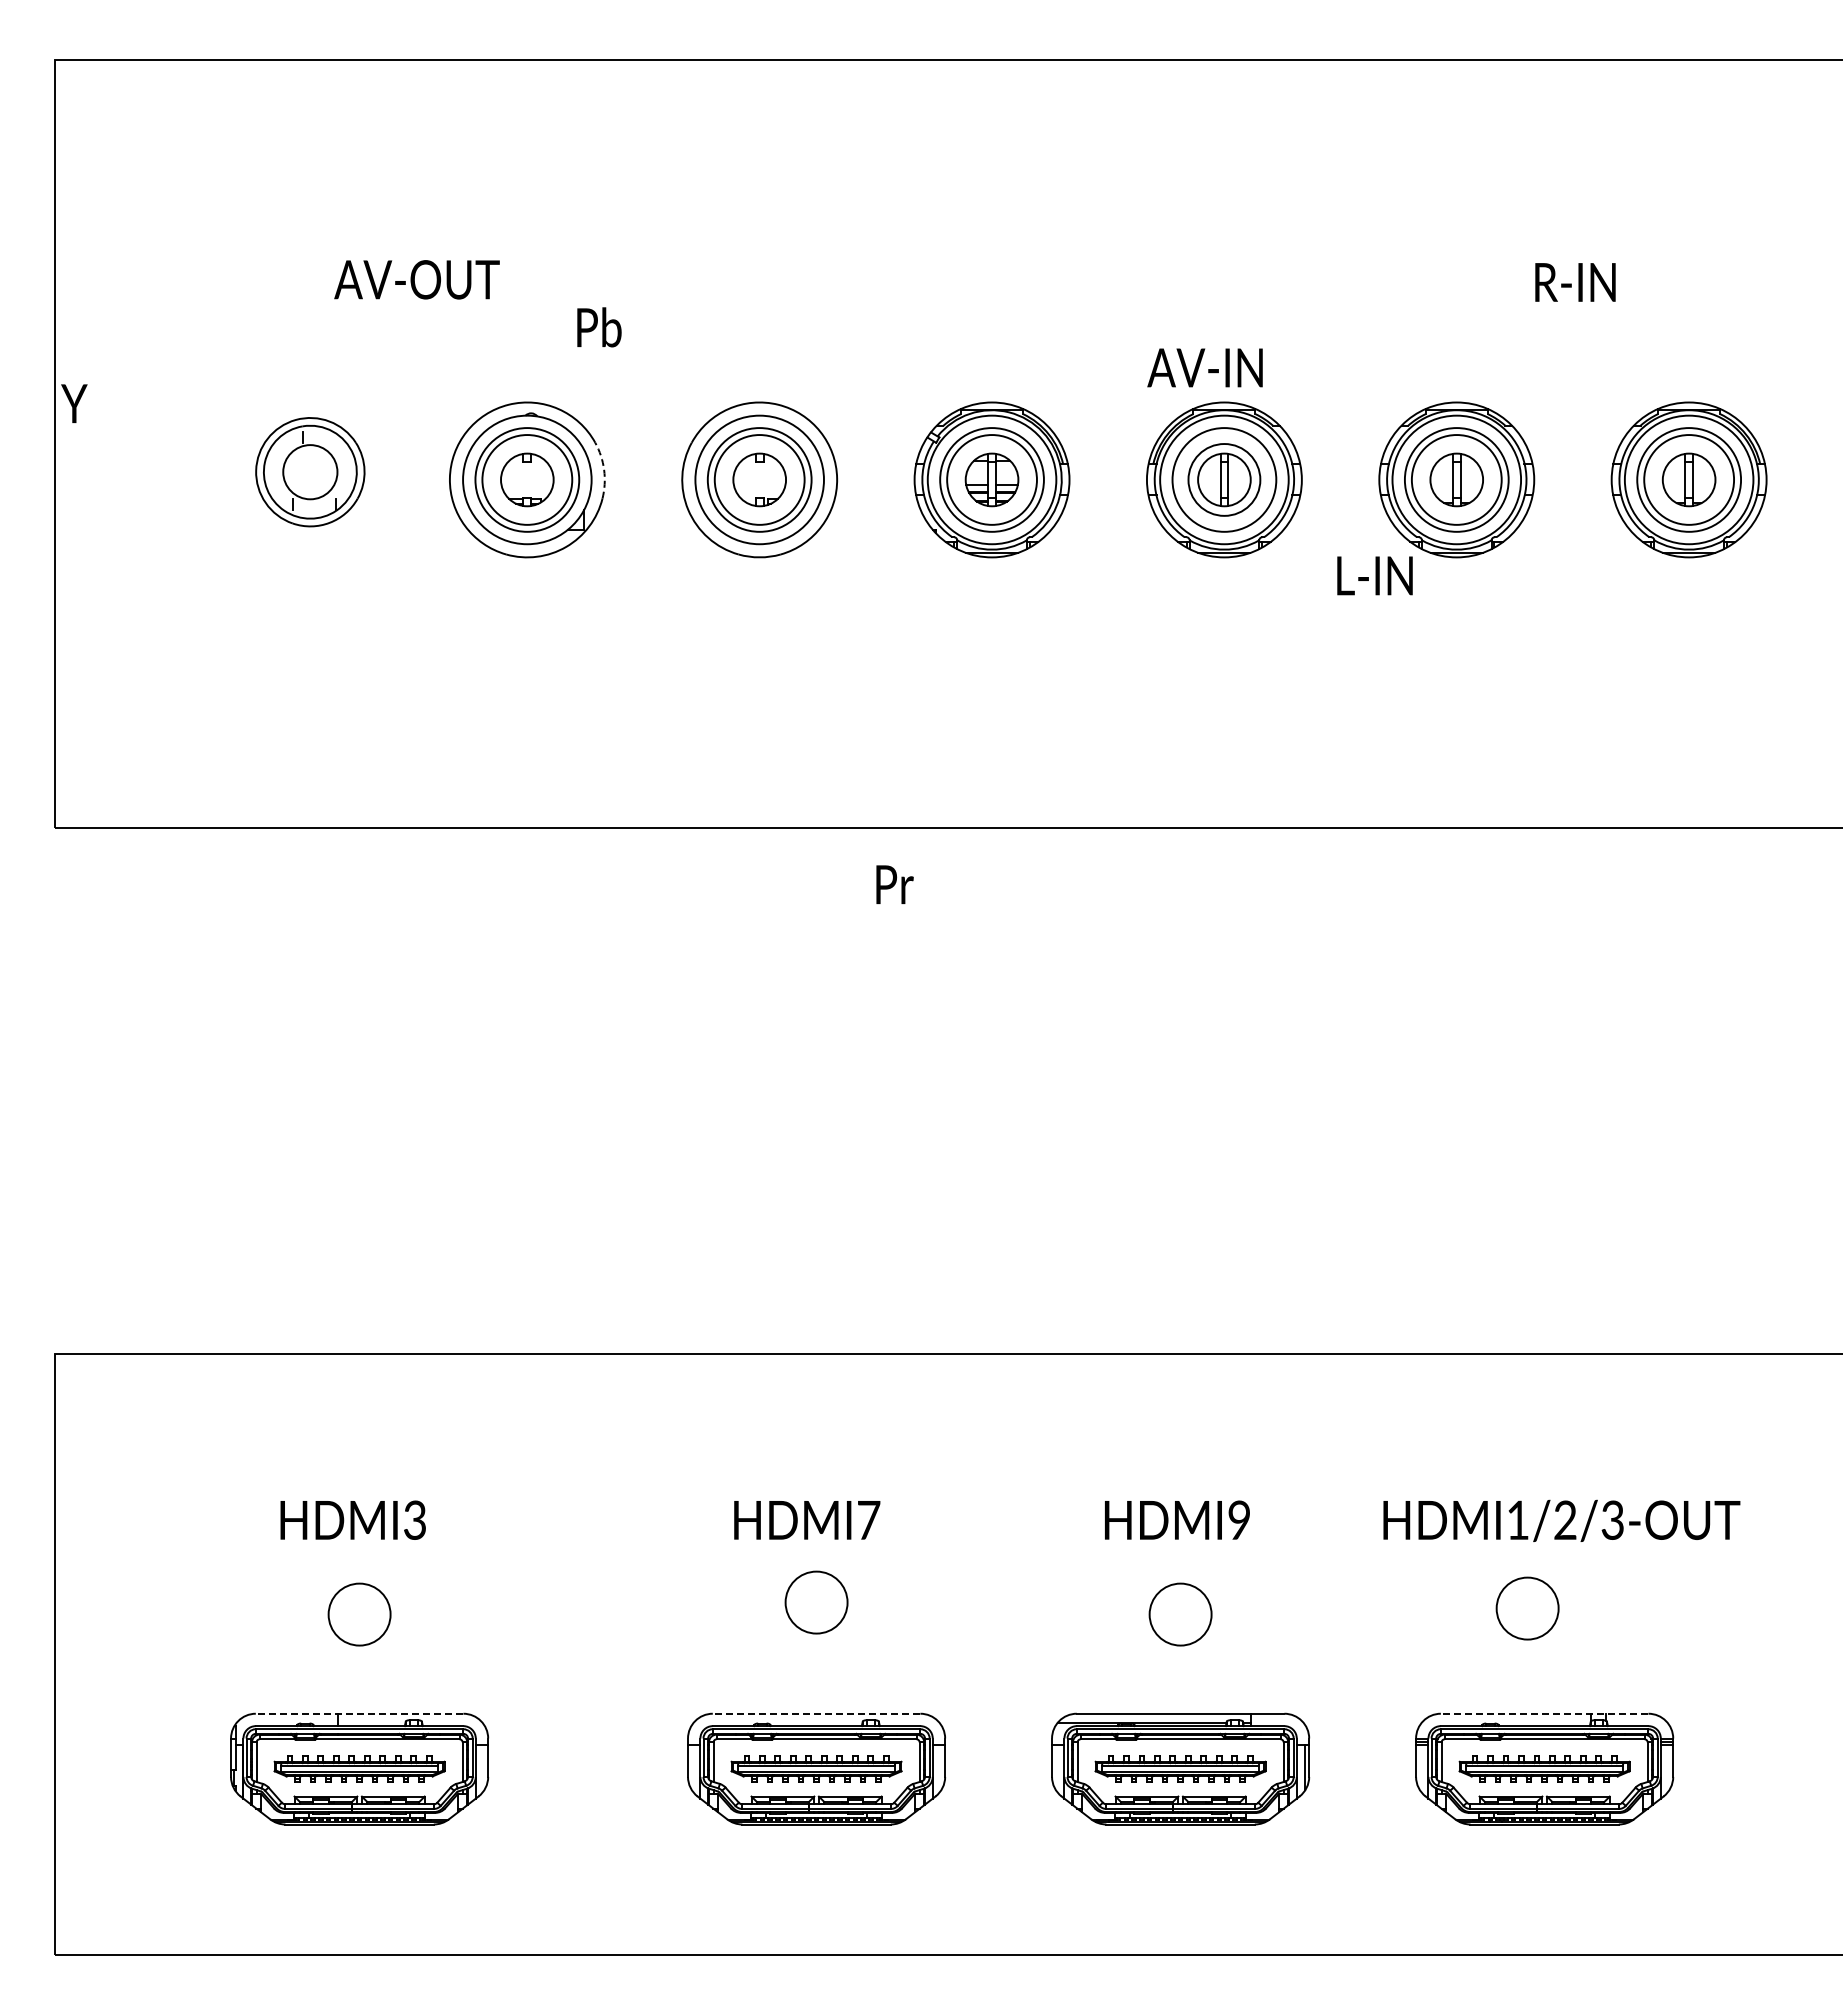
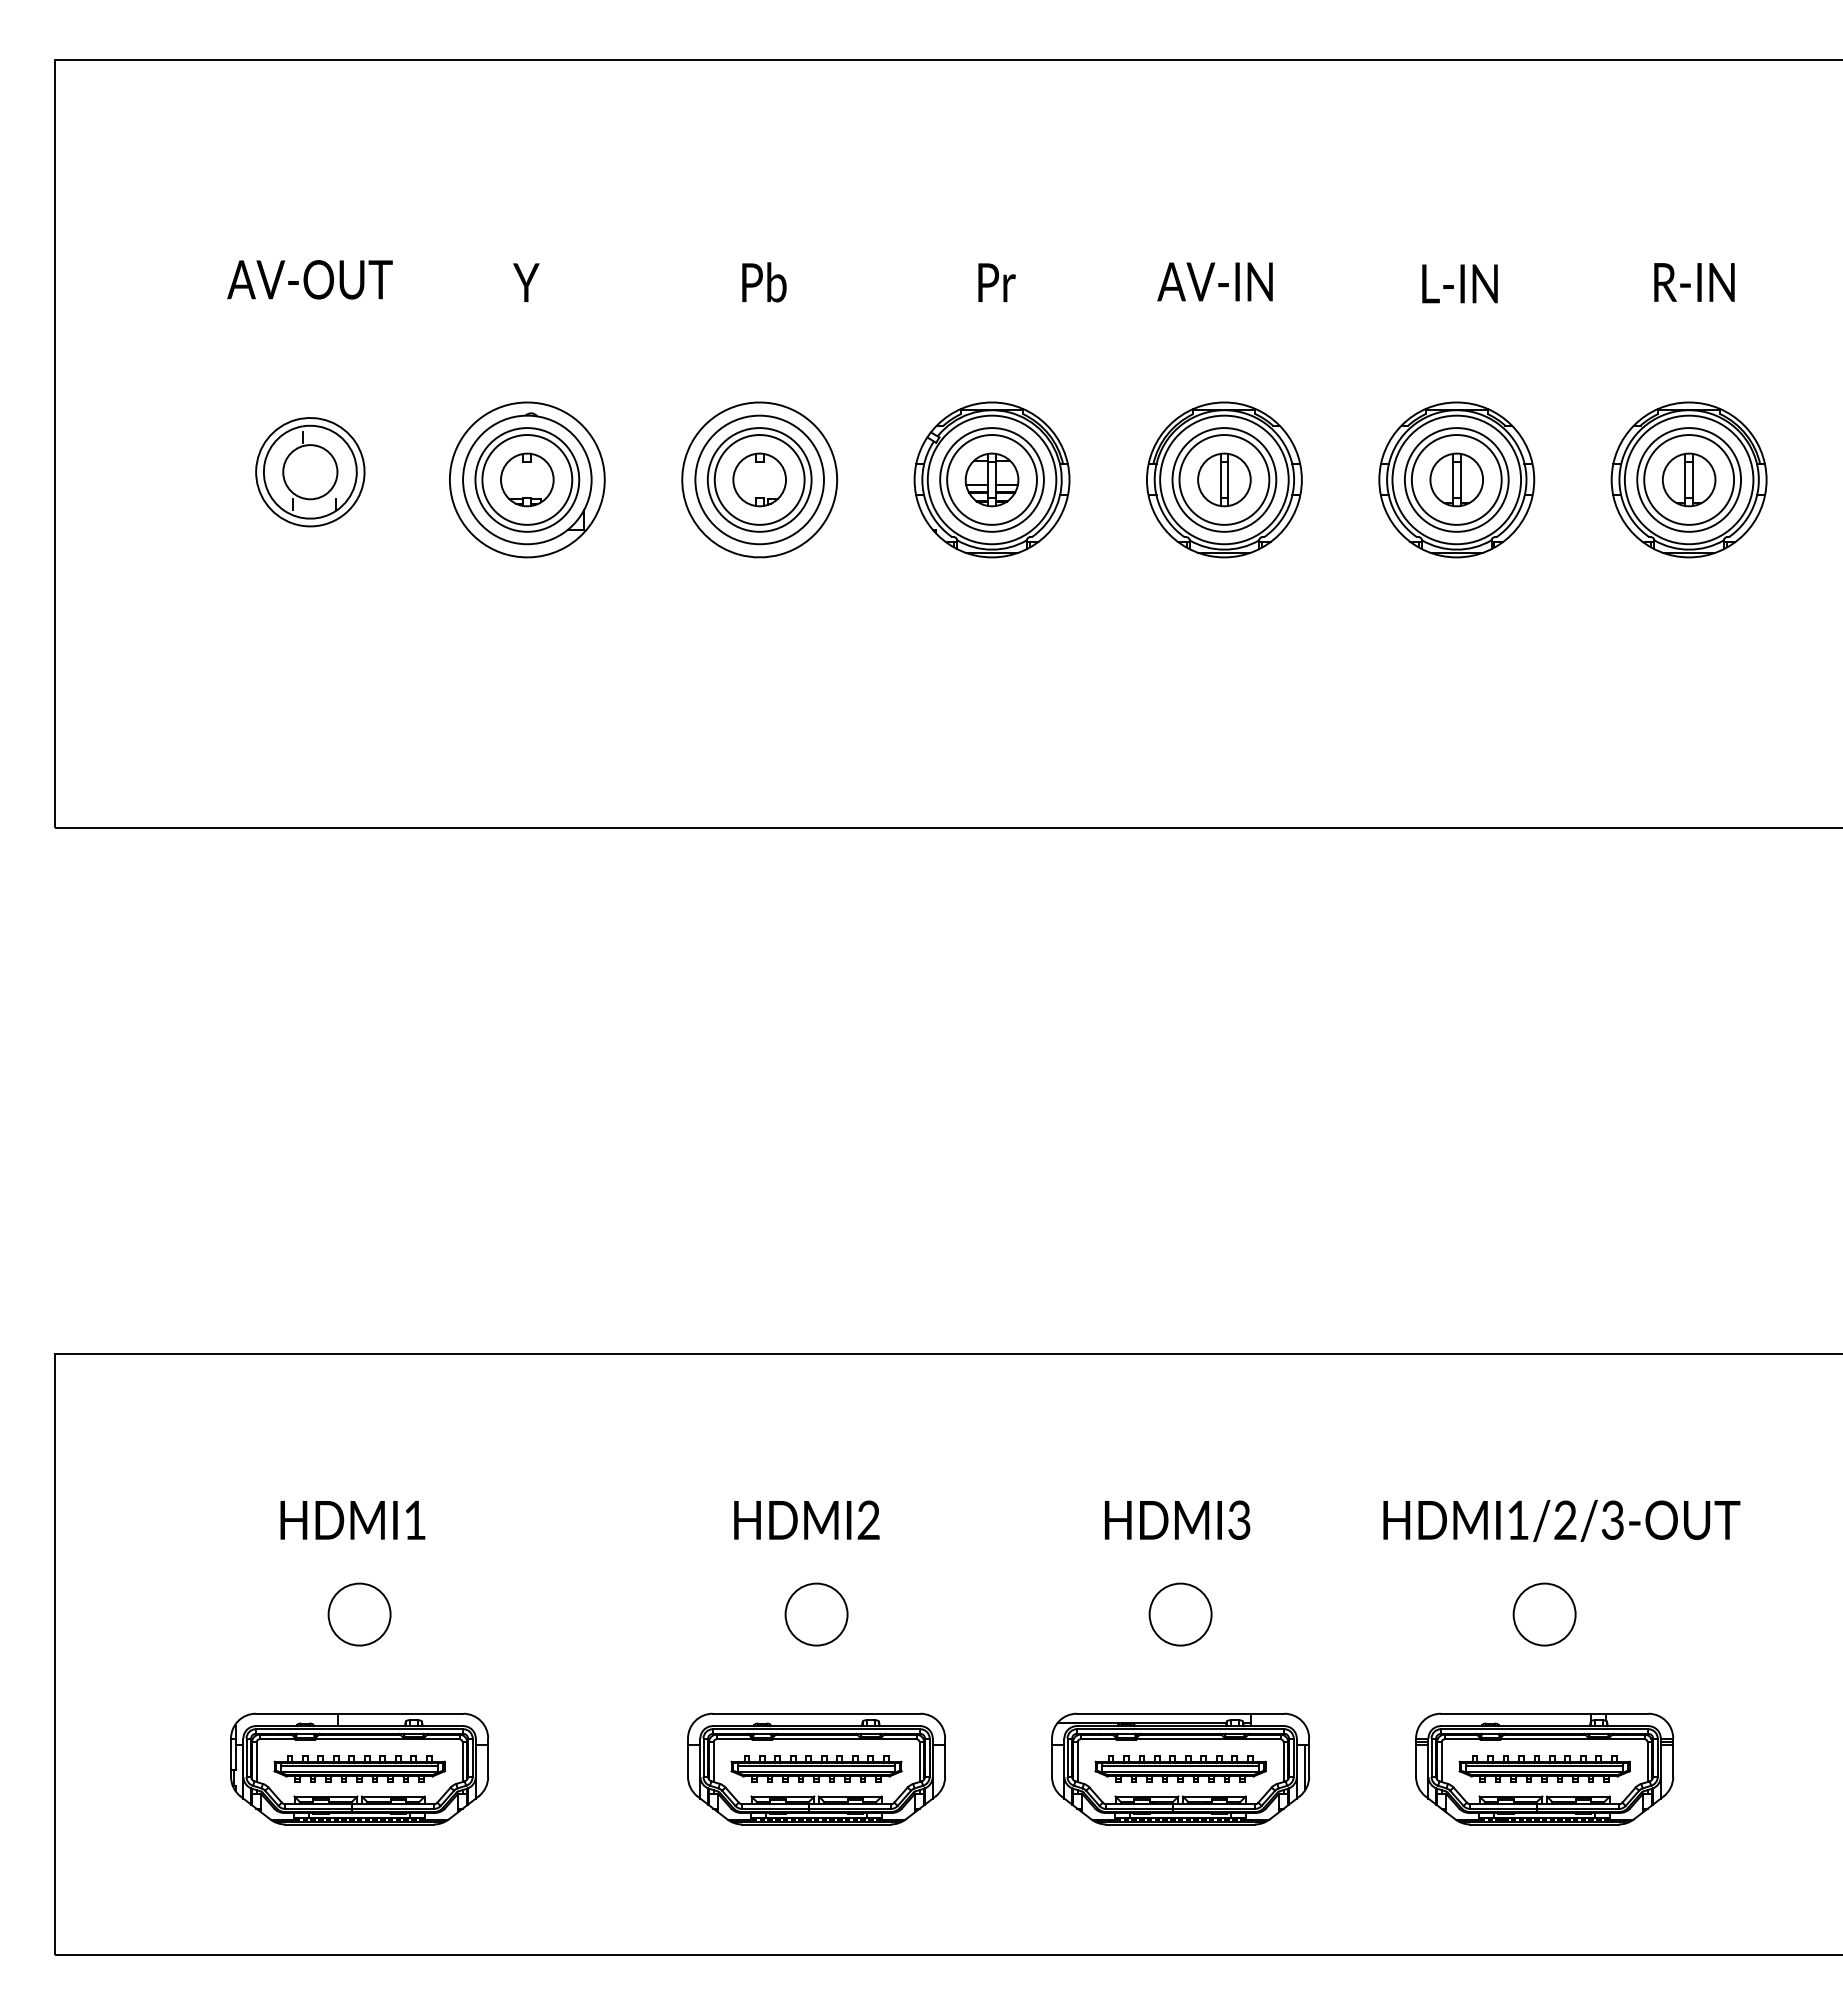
text at (416, 279) position: (416, 279) -> (309, 279)
text at (1575, 282) position: (1575, 282) -> (1694, 282)
text at (599, 327) position: (599, 327) -> (764, 282)
text at (1204, 367) position: (1204, 367) -> (1214, 281)
text at (74, 403) position: (74, 403) -> (526, 282)
arc at (604, 469): dashed -> solid
circle at (1224, 479) diameter: 72 px -> 90 px
text at (1374, 575) position: (1374, 575) -> (1459, 283)
text at (894, 884) position: (894, 884) -> (996, 282)
text at (414, 1519): HDMI3 -> HDMI1
text at (868, 1519): HDMI7 -> HDMI2
text at (1239, 1519): HDMI9 -> HDMI3
circle at (816, 1602) position: (816, 1602) -> (816, 1614)
circle at (1527, 1608) position: (1527, 1608) -> (1544, 1614)
line at (359, 1713): dashed -> solid
line at (816, 1713): dashed -> solid
line at (1544, 1713): dashed -> solid
